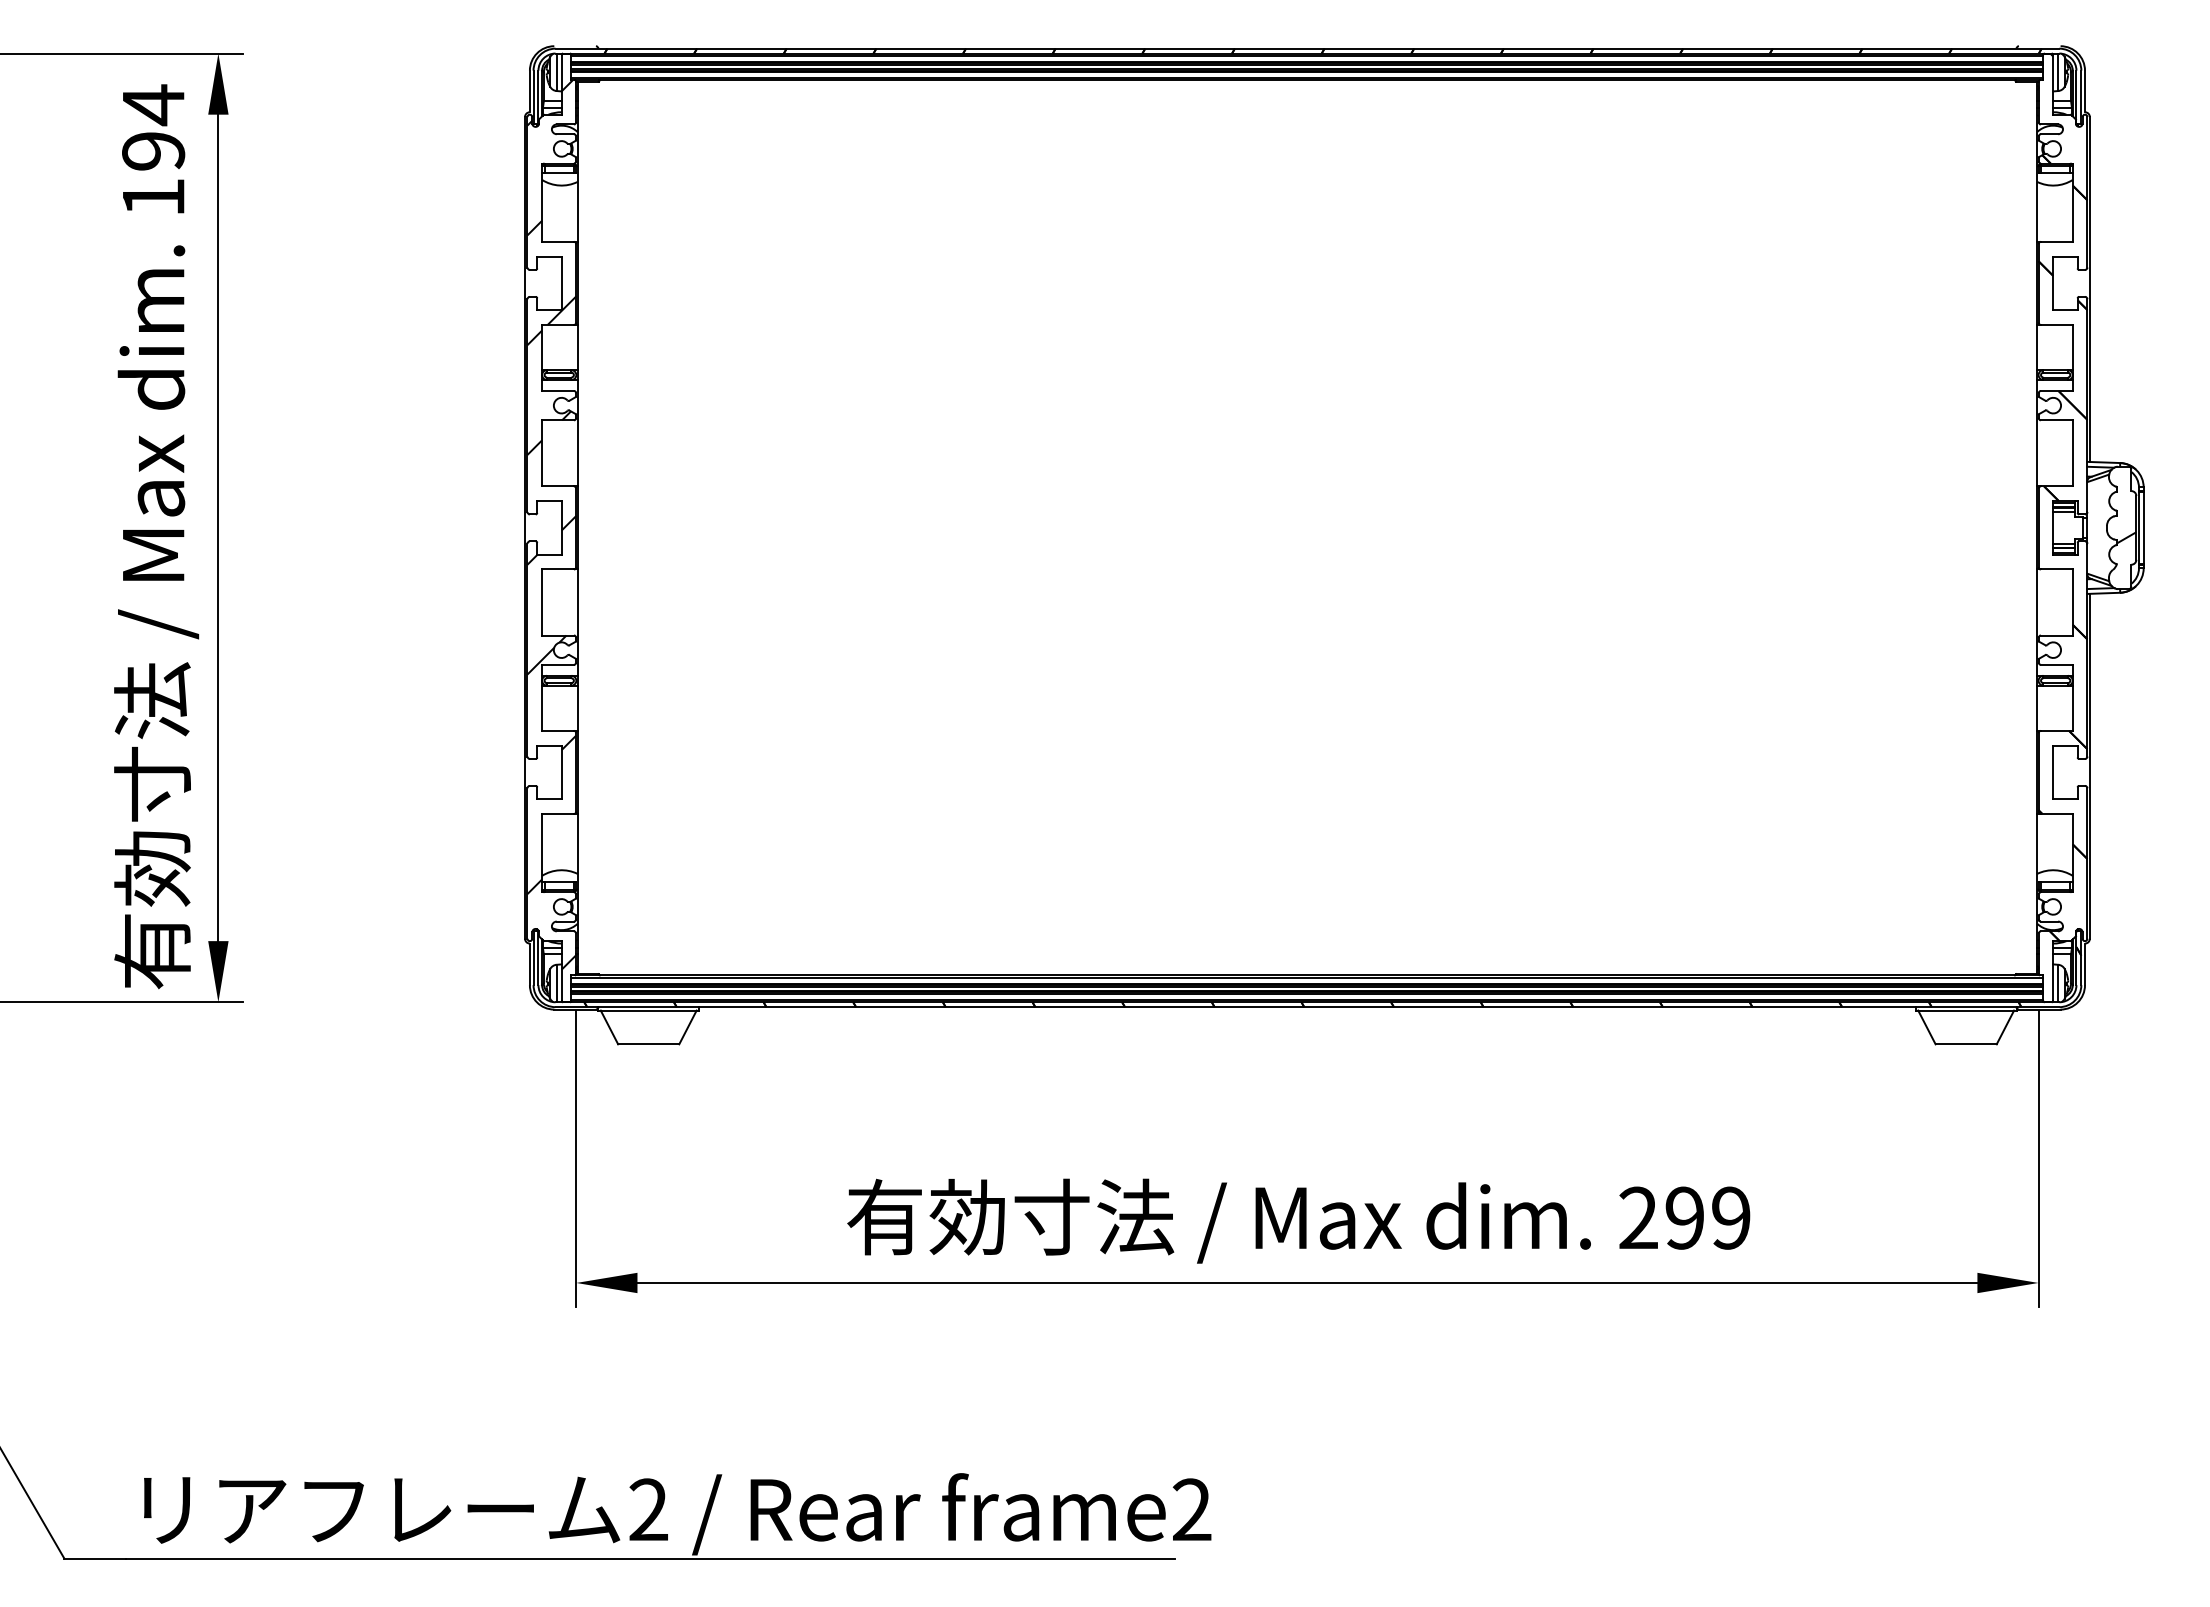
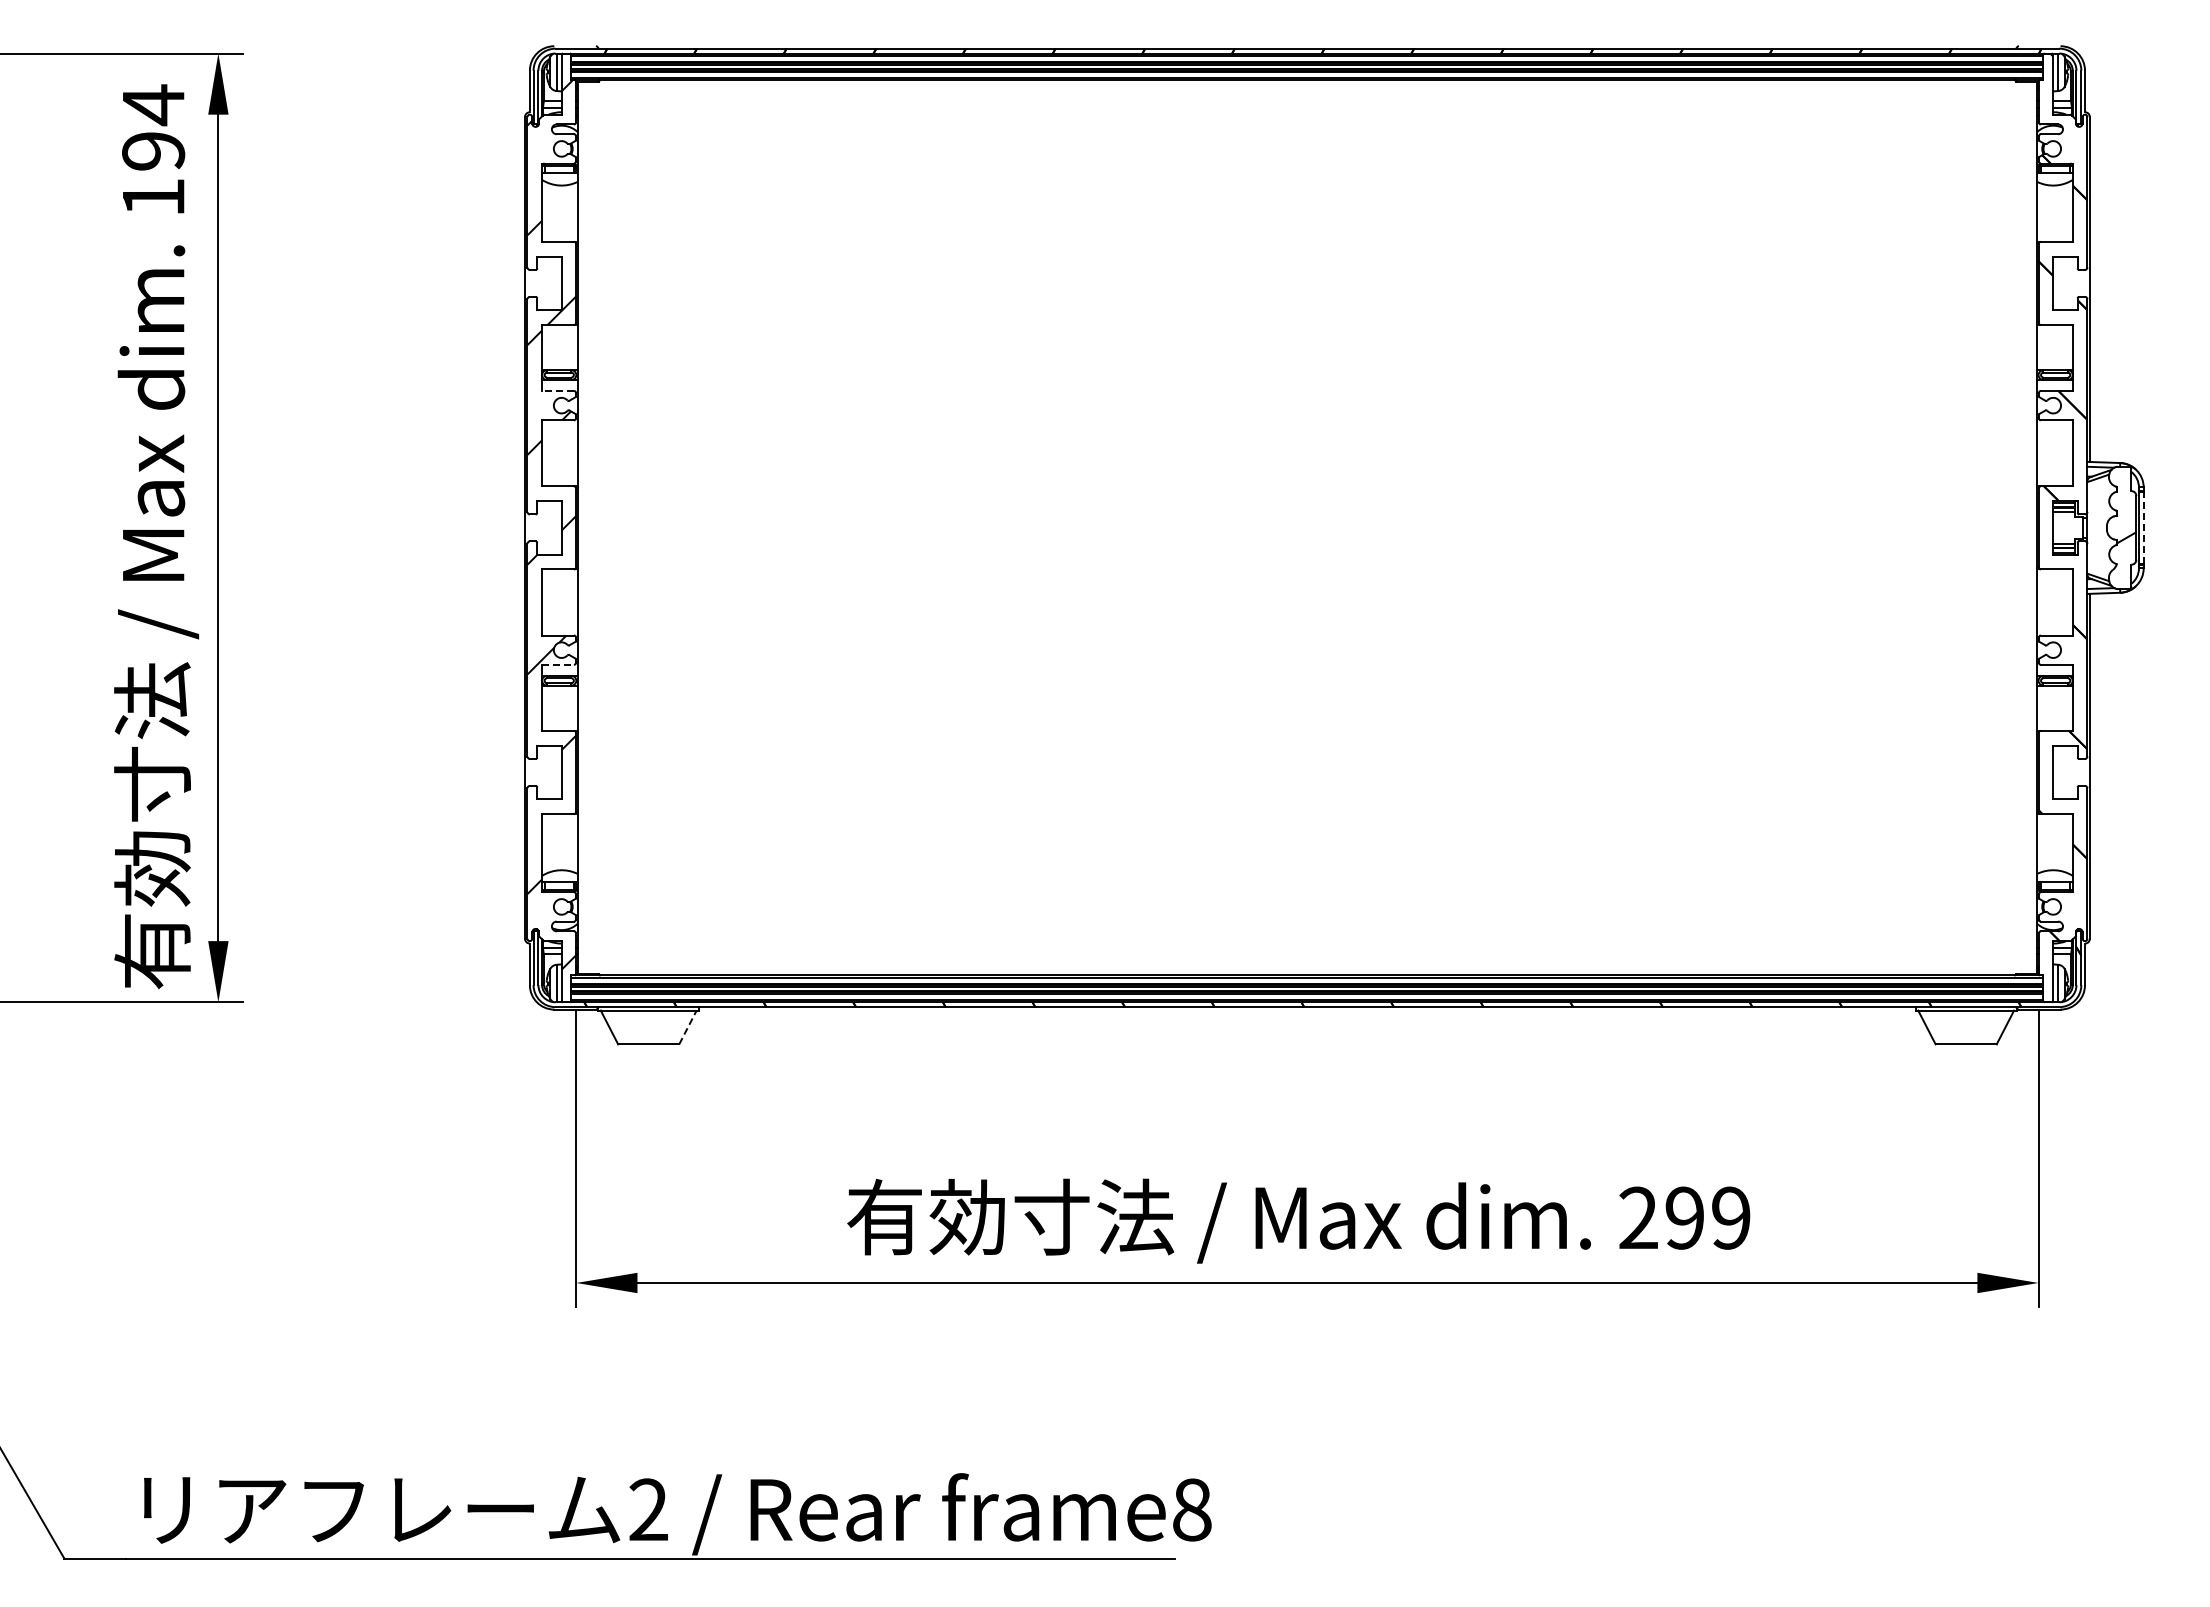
line at (558, 390): solid -> dashed
line at (2143, 527): solid -> dashed
line at (558, 664): solid -> dashed
line at (687, 1027): solid -> dashed
text at (1191, 1509): frame2 -> frame8
